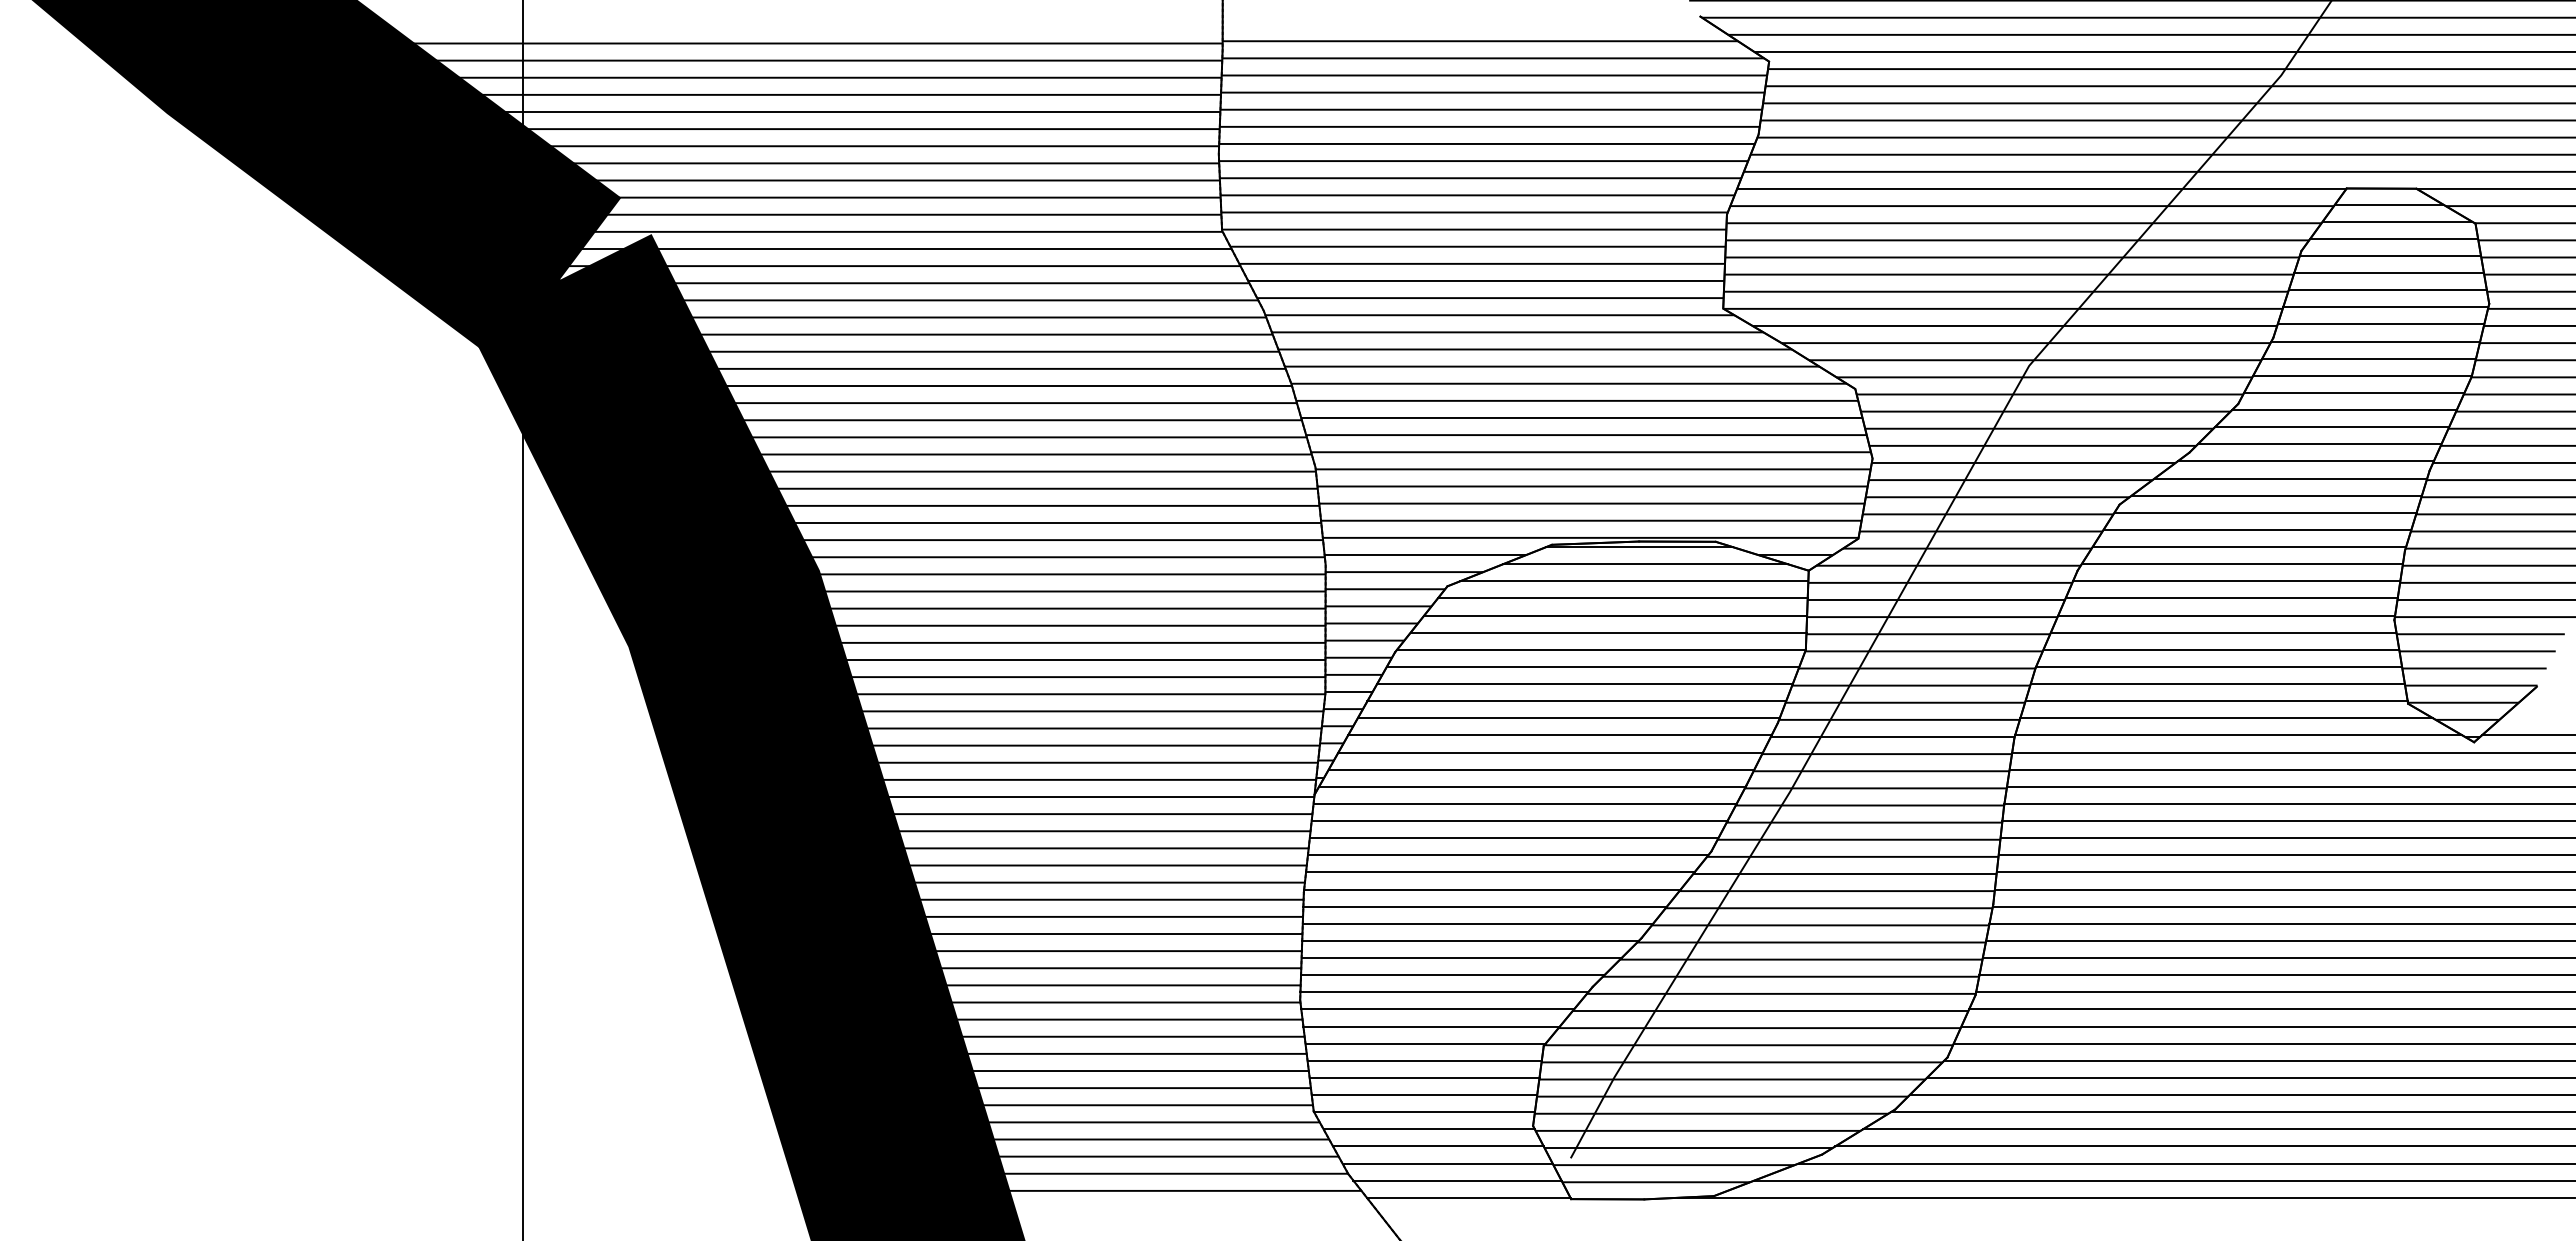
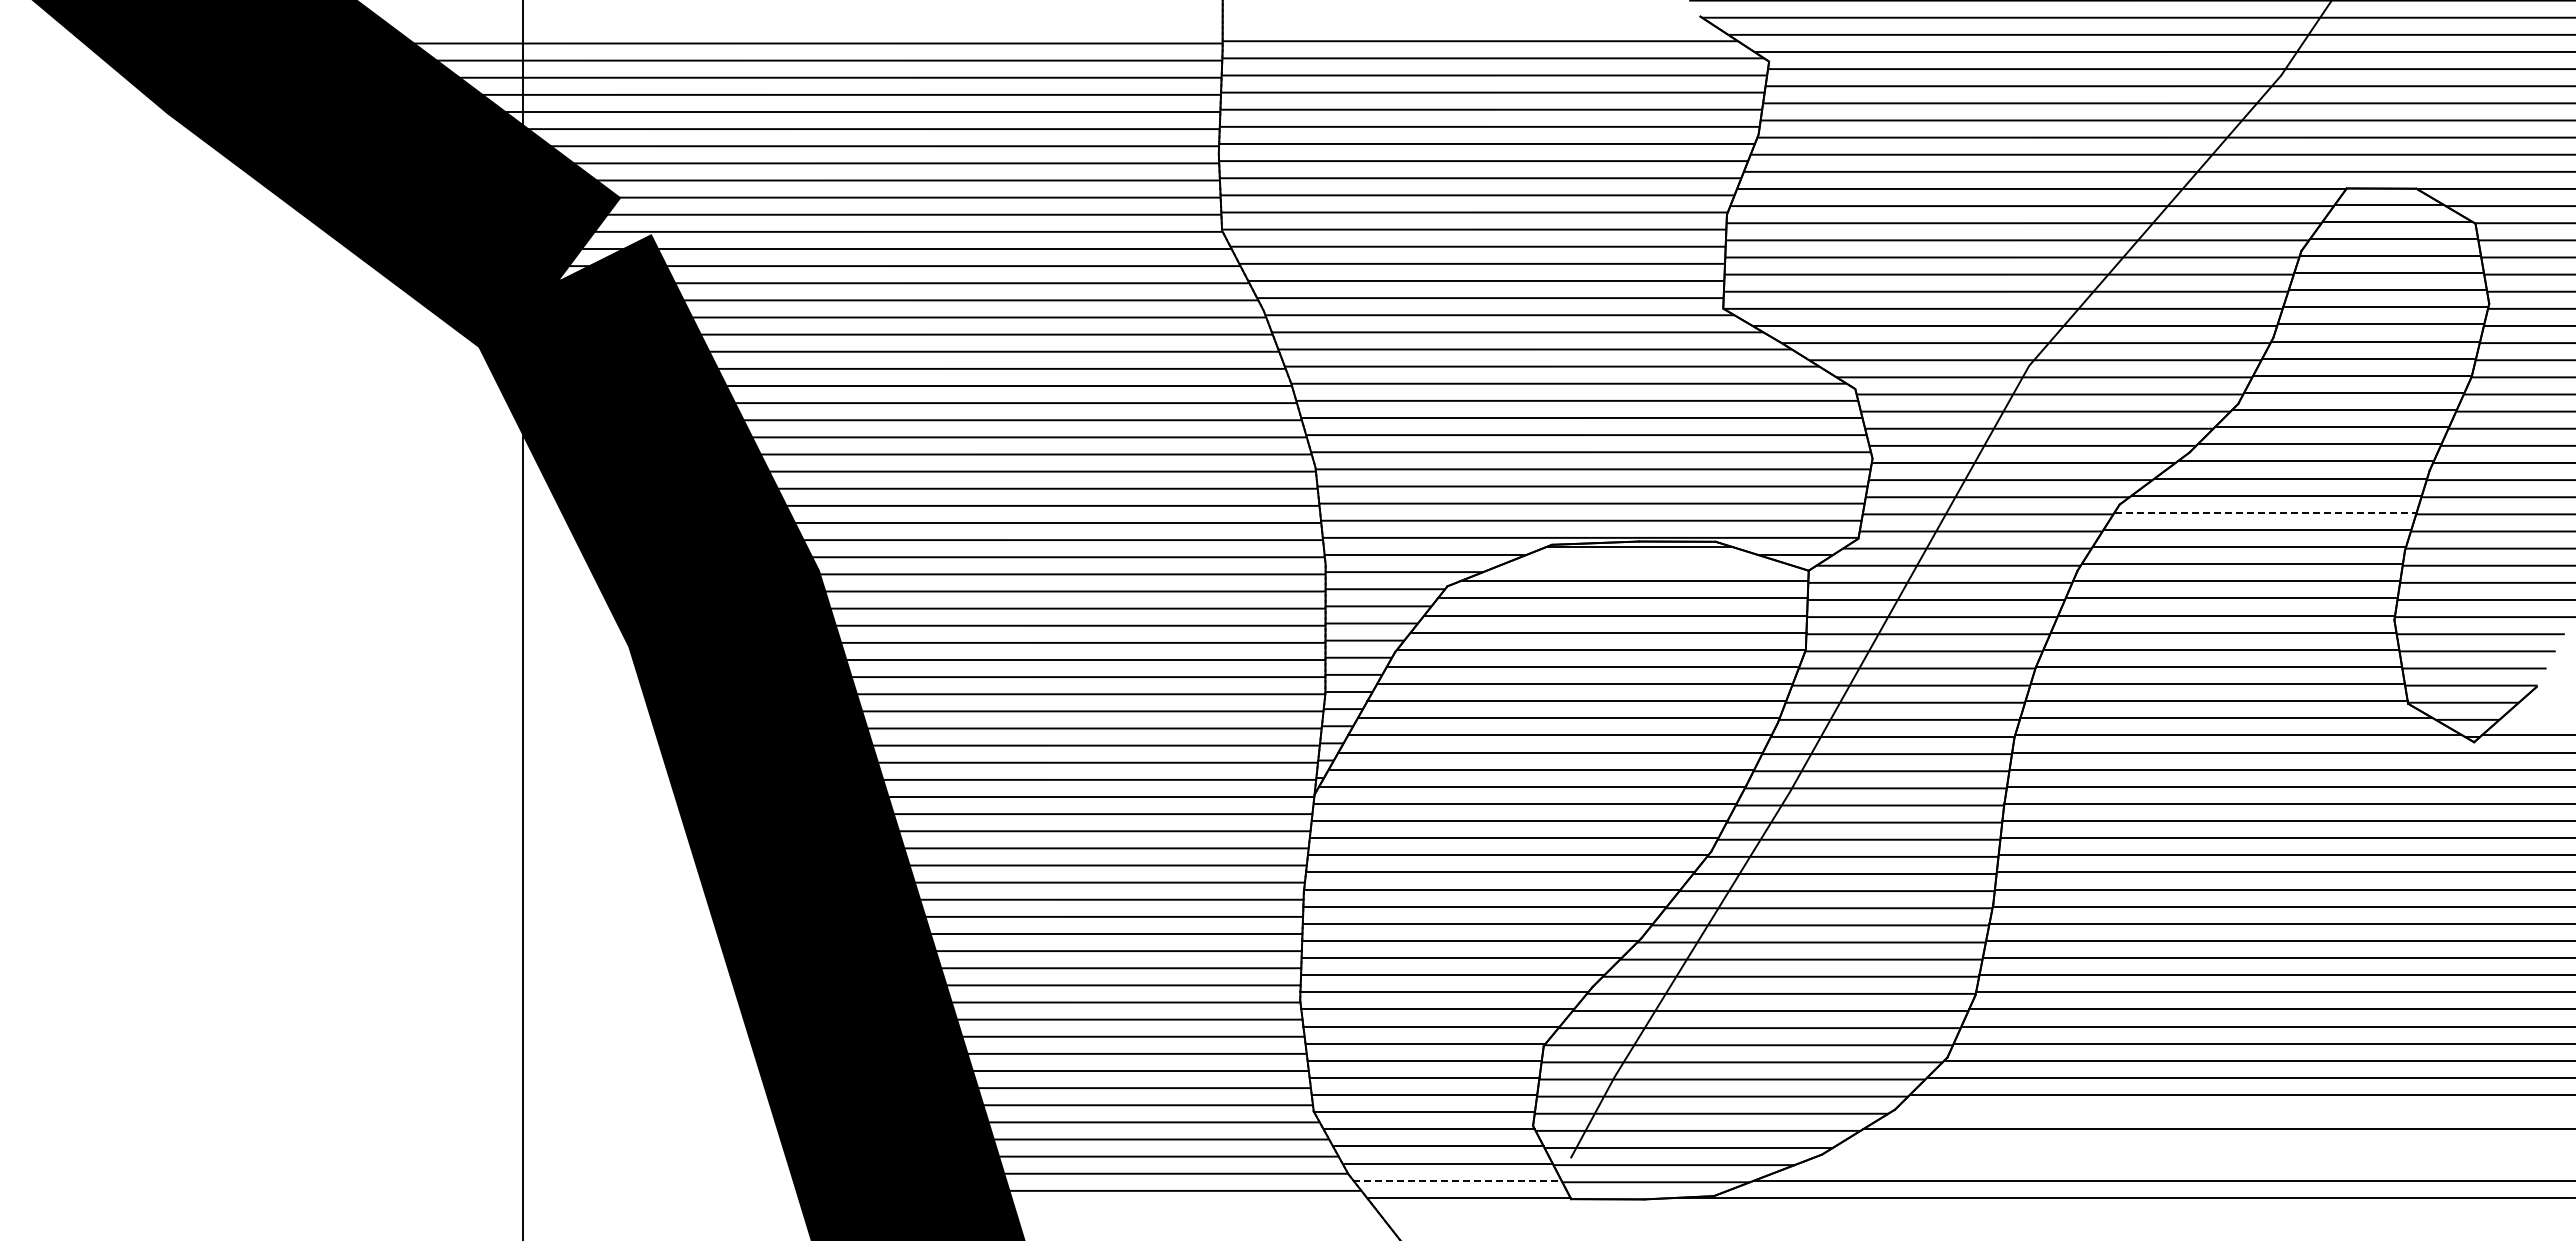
line at (2266, 512): solid -> dashed
line at (1645, 564): present -> none
line at (2231, 1112): present -> none
line at (2203, 1146): present -> none
line at (2185, 1163): present -> none
line at (1458, 1180): solid -> dashed
